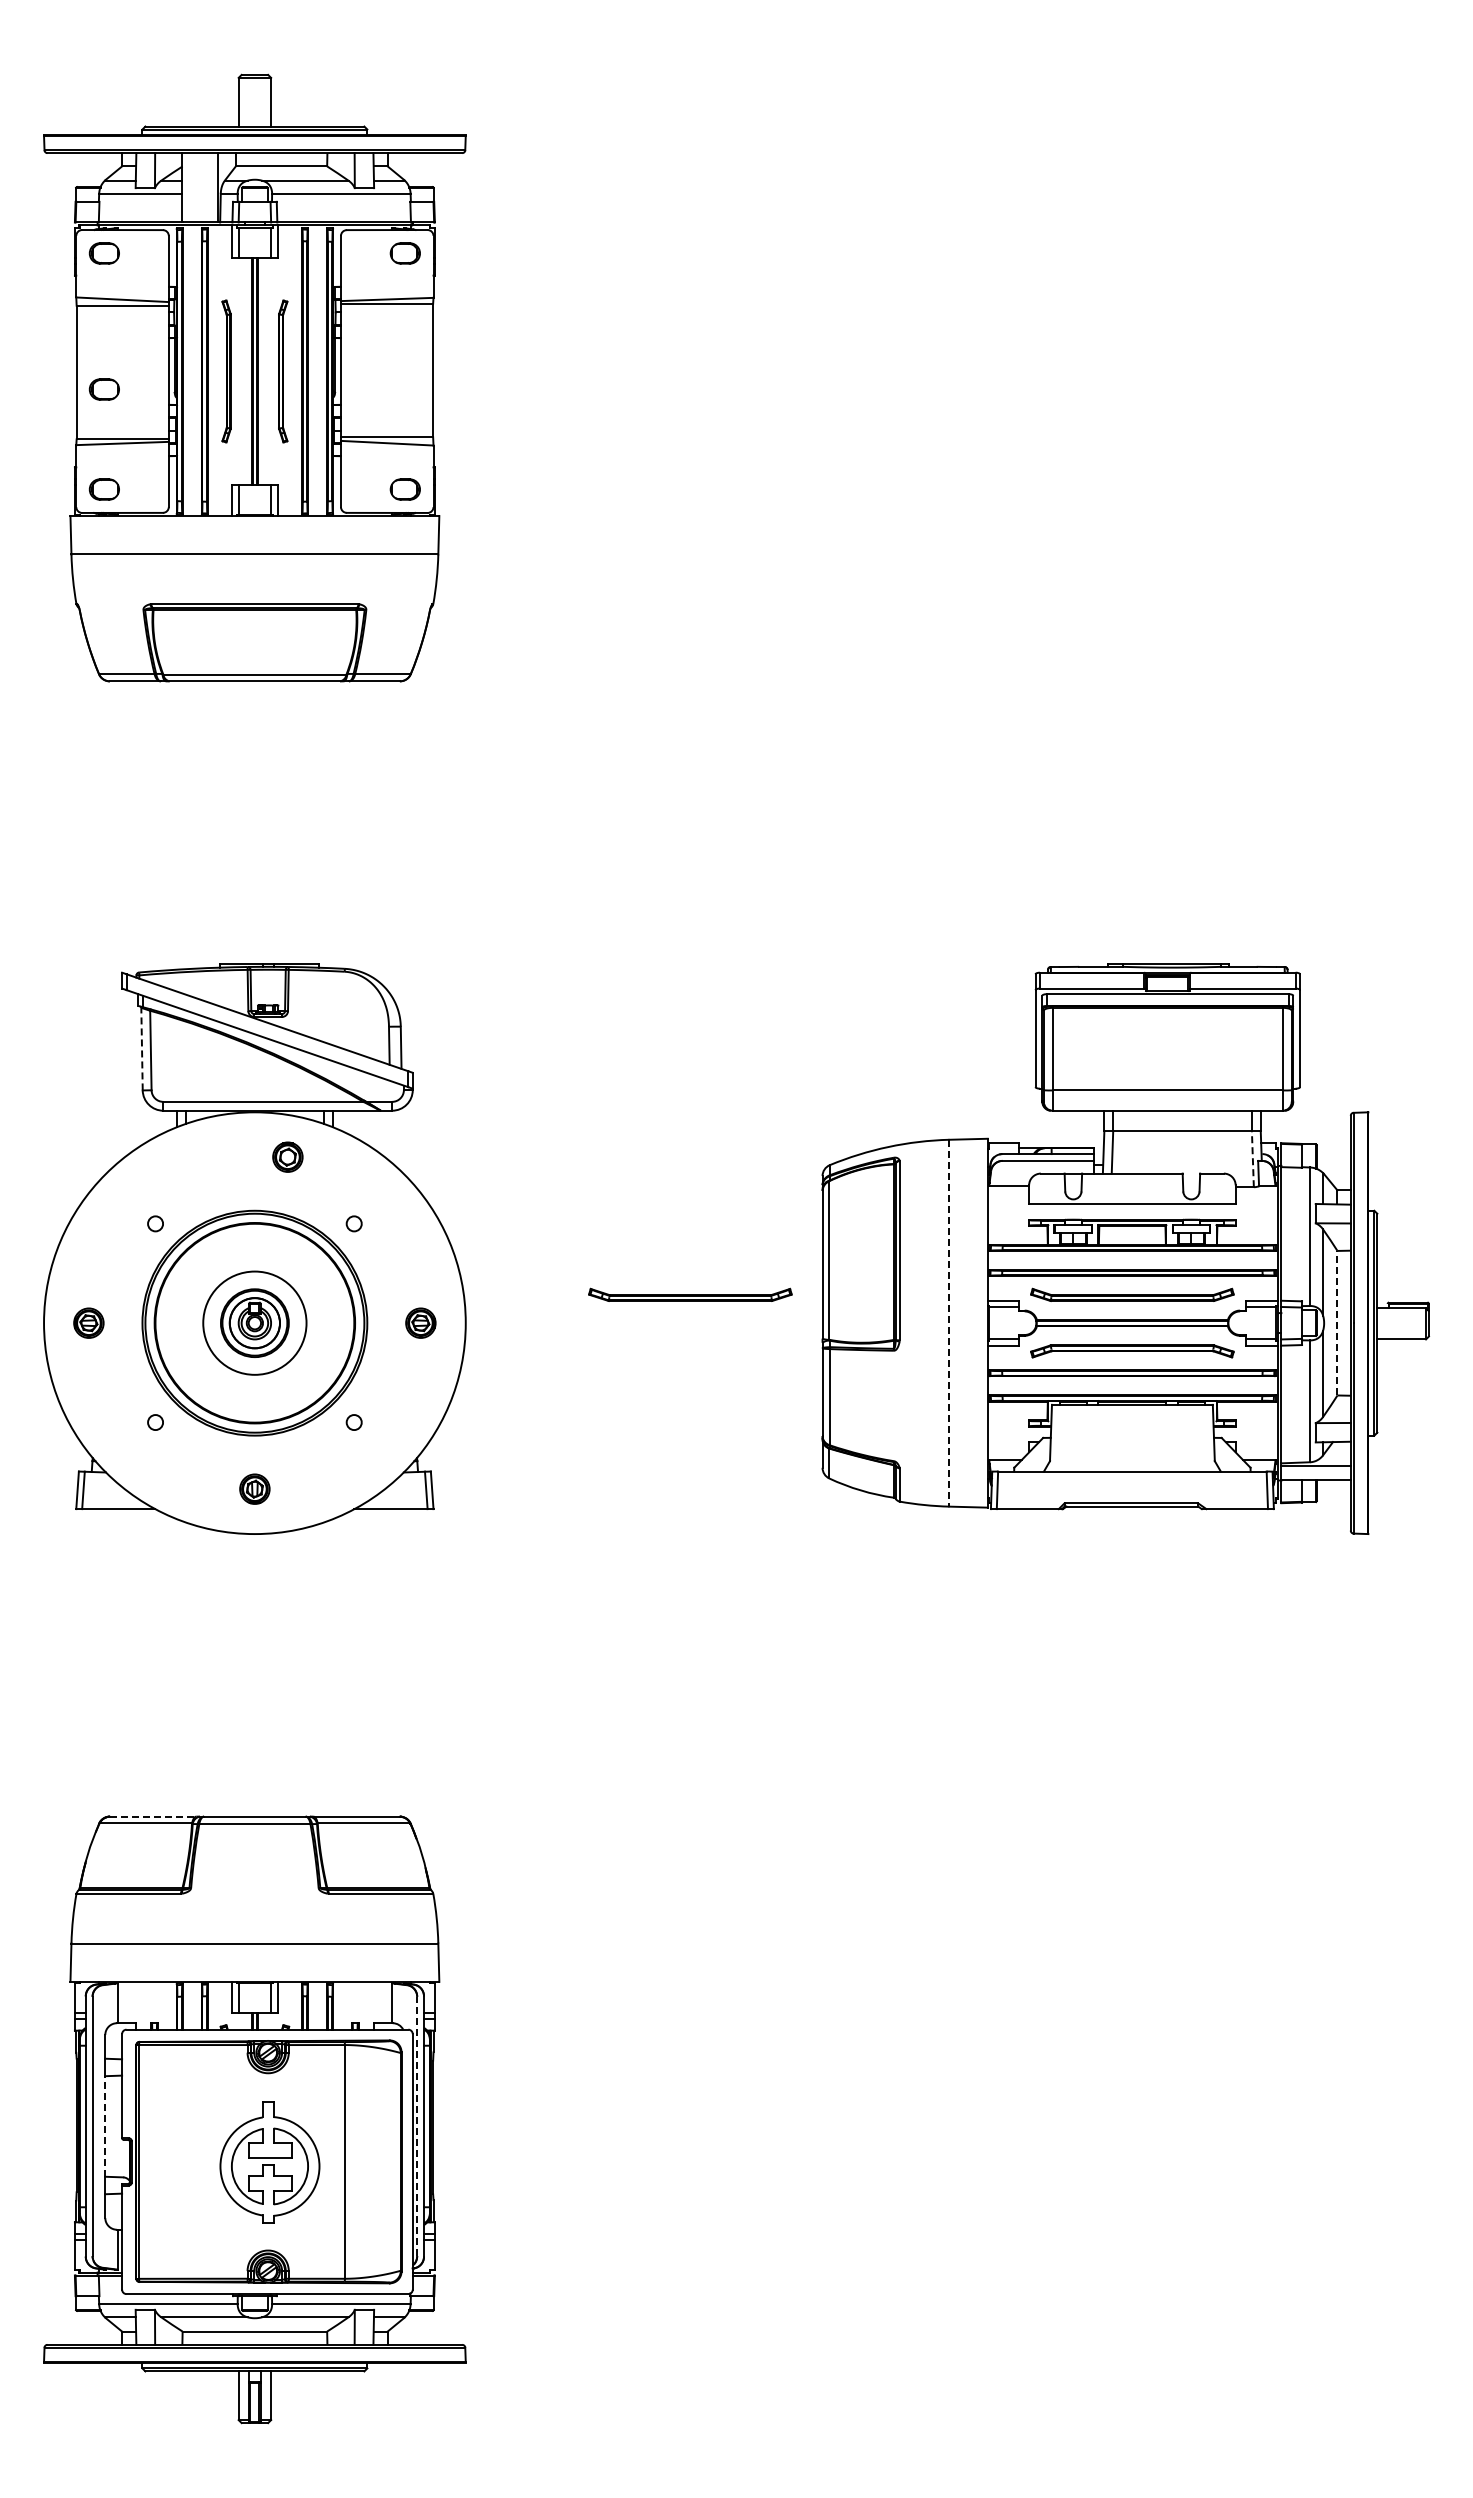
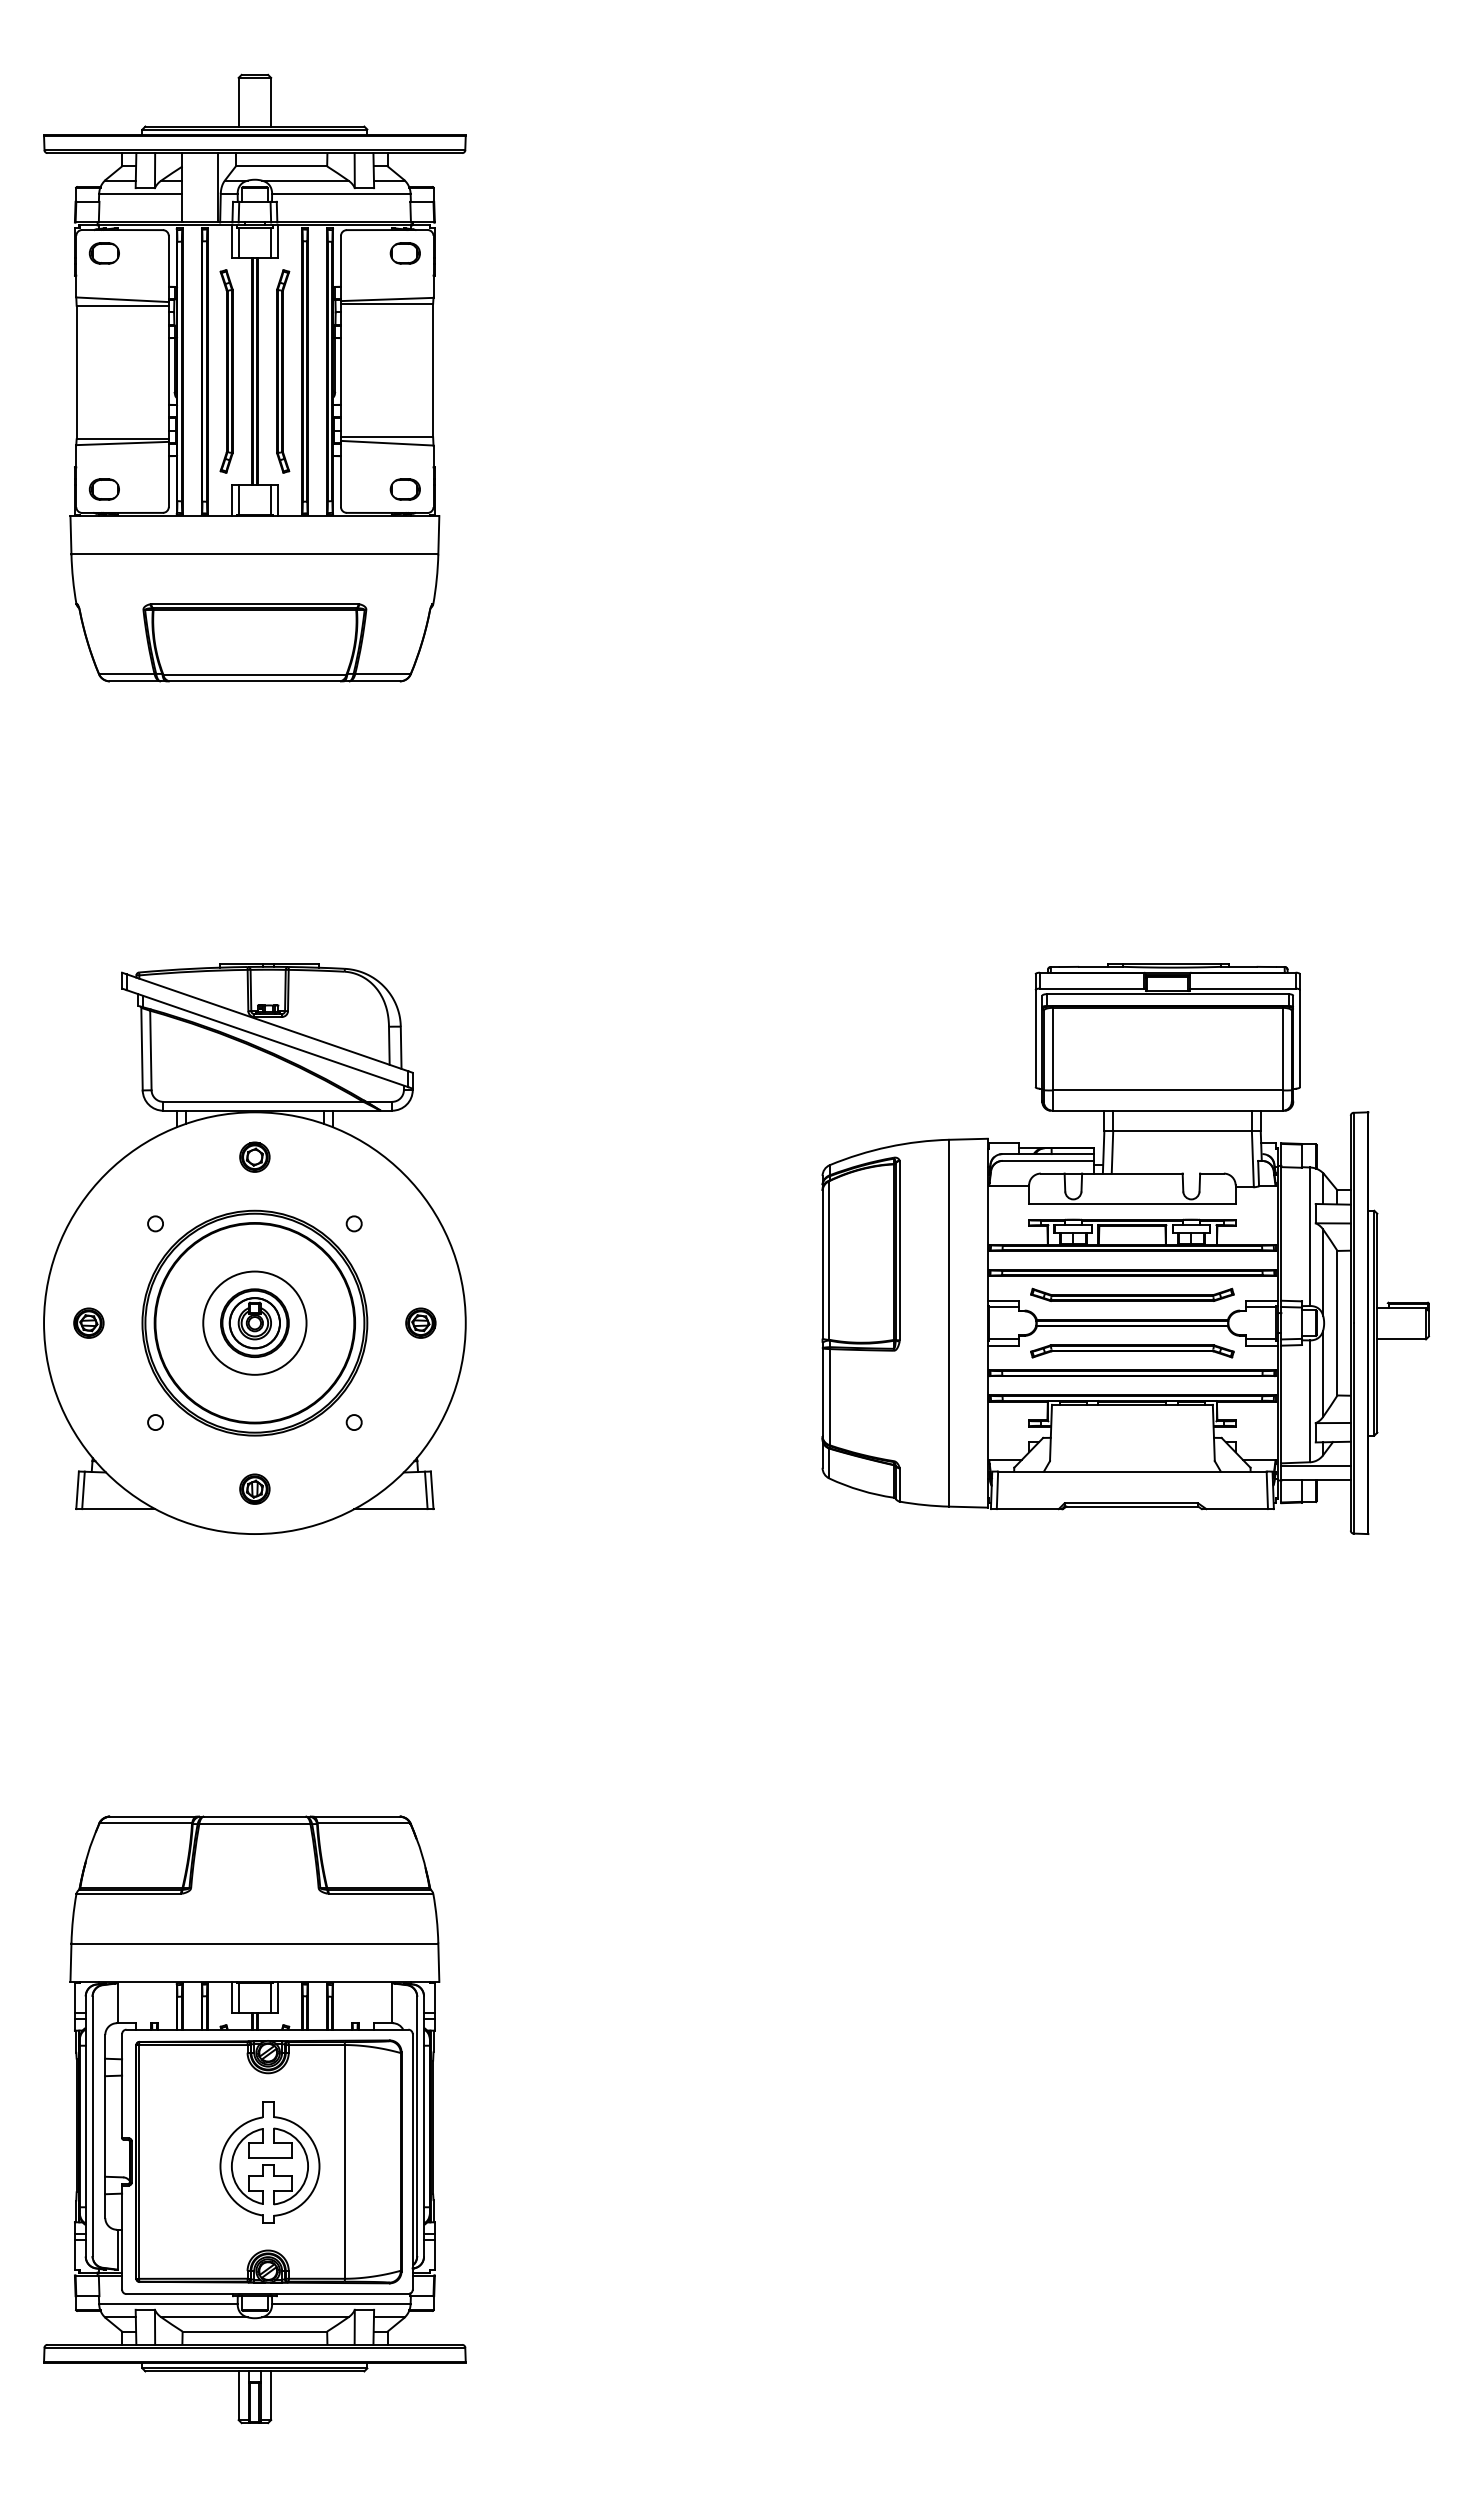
part at (226, 371) size: 11x145 px -> 15x205 px
part at (283, 371) size: 11x145 px -> 15x205 px
part at (103, 389): present -> none
line at (142, 1048): dashed -> solid
part at (287, 1156) position: (287, 1156) -> (254, 1156)
line at (1252, 1159): dashed -> solid
part at (690, 1294): present -> none
line at (1337, 1322): dashed -> solid
line at (949, 1323): dashed -> solid
line at (153, 1816): dashed -> solid
line at (105, 2125): dashed -> solid
line at (417, 2126): dashed -> solid
